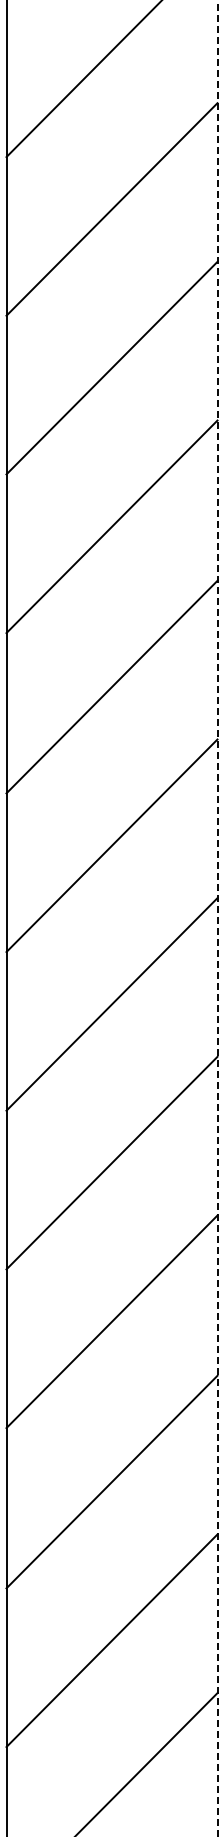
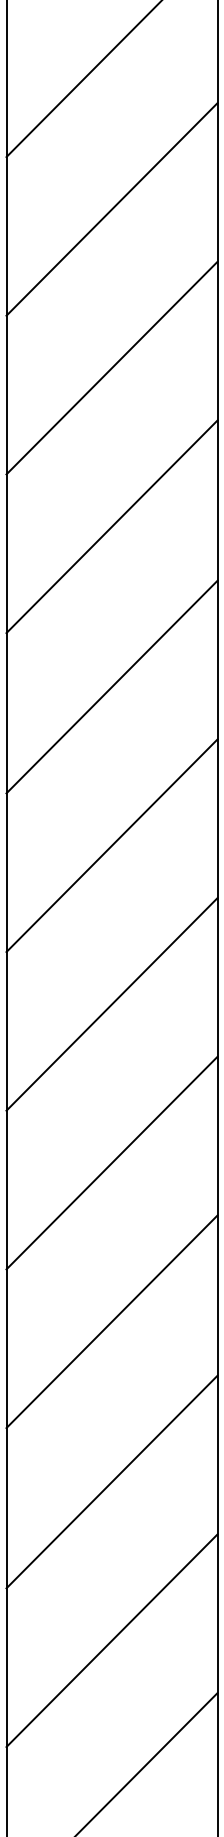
line at (217, 919): dashed -> solid
